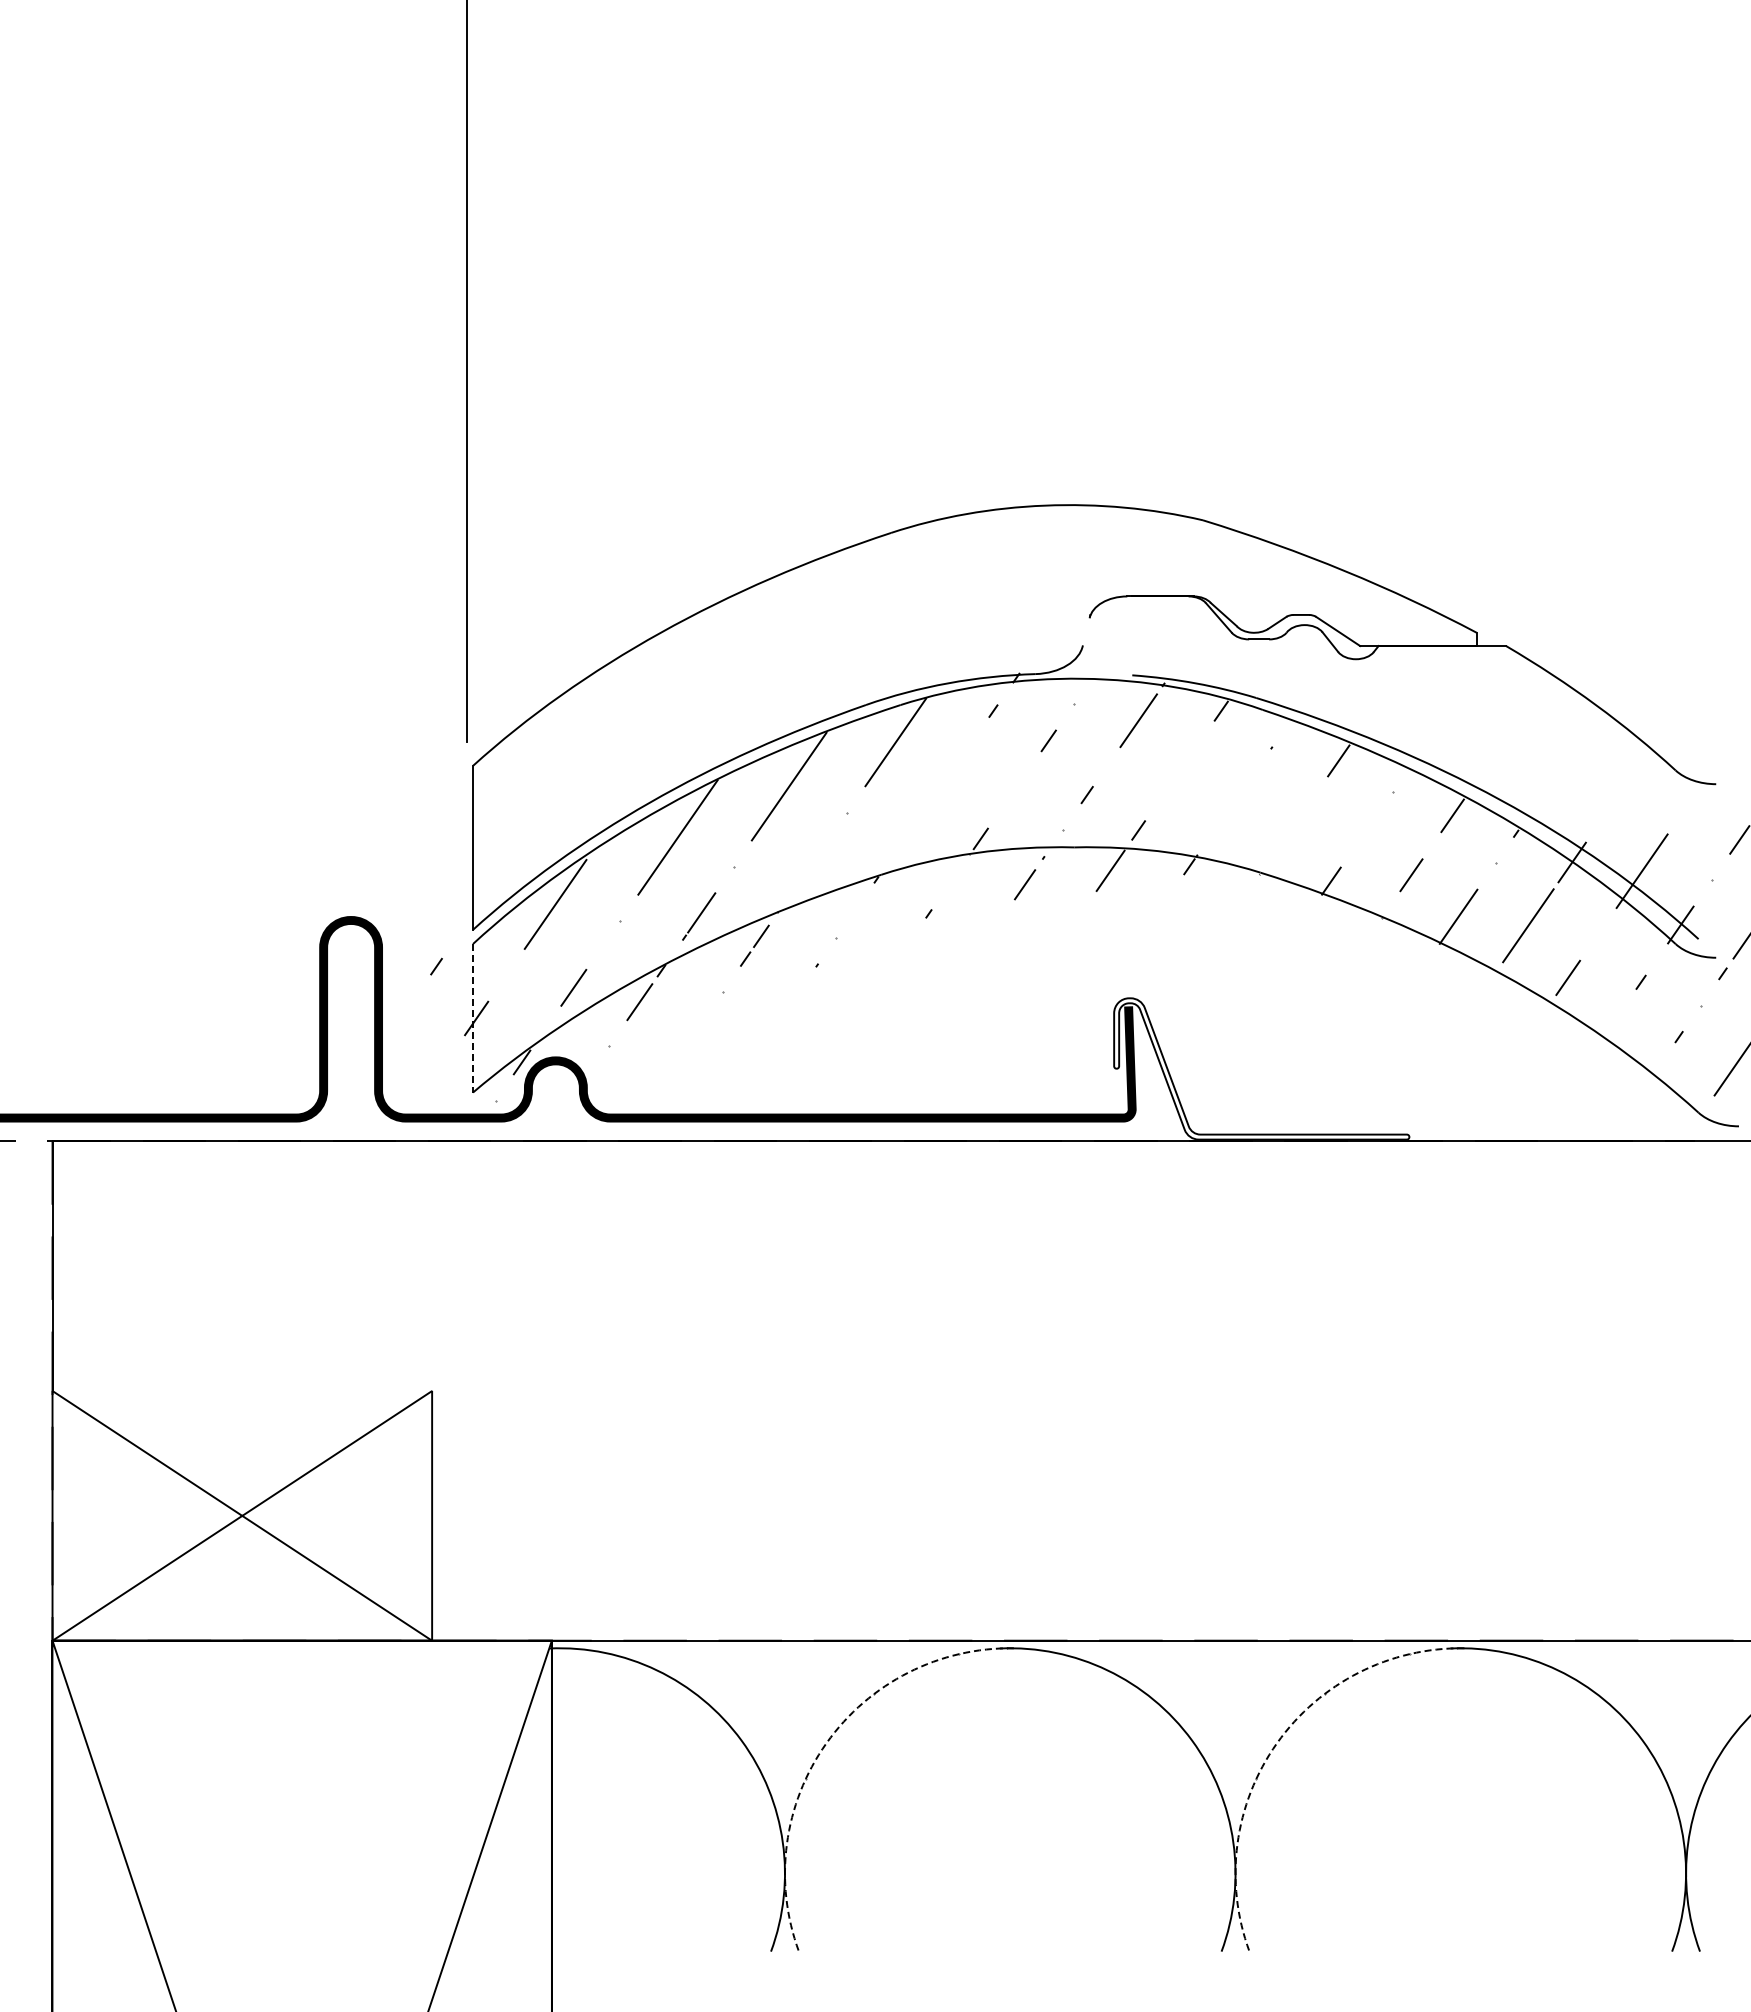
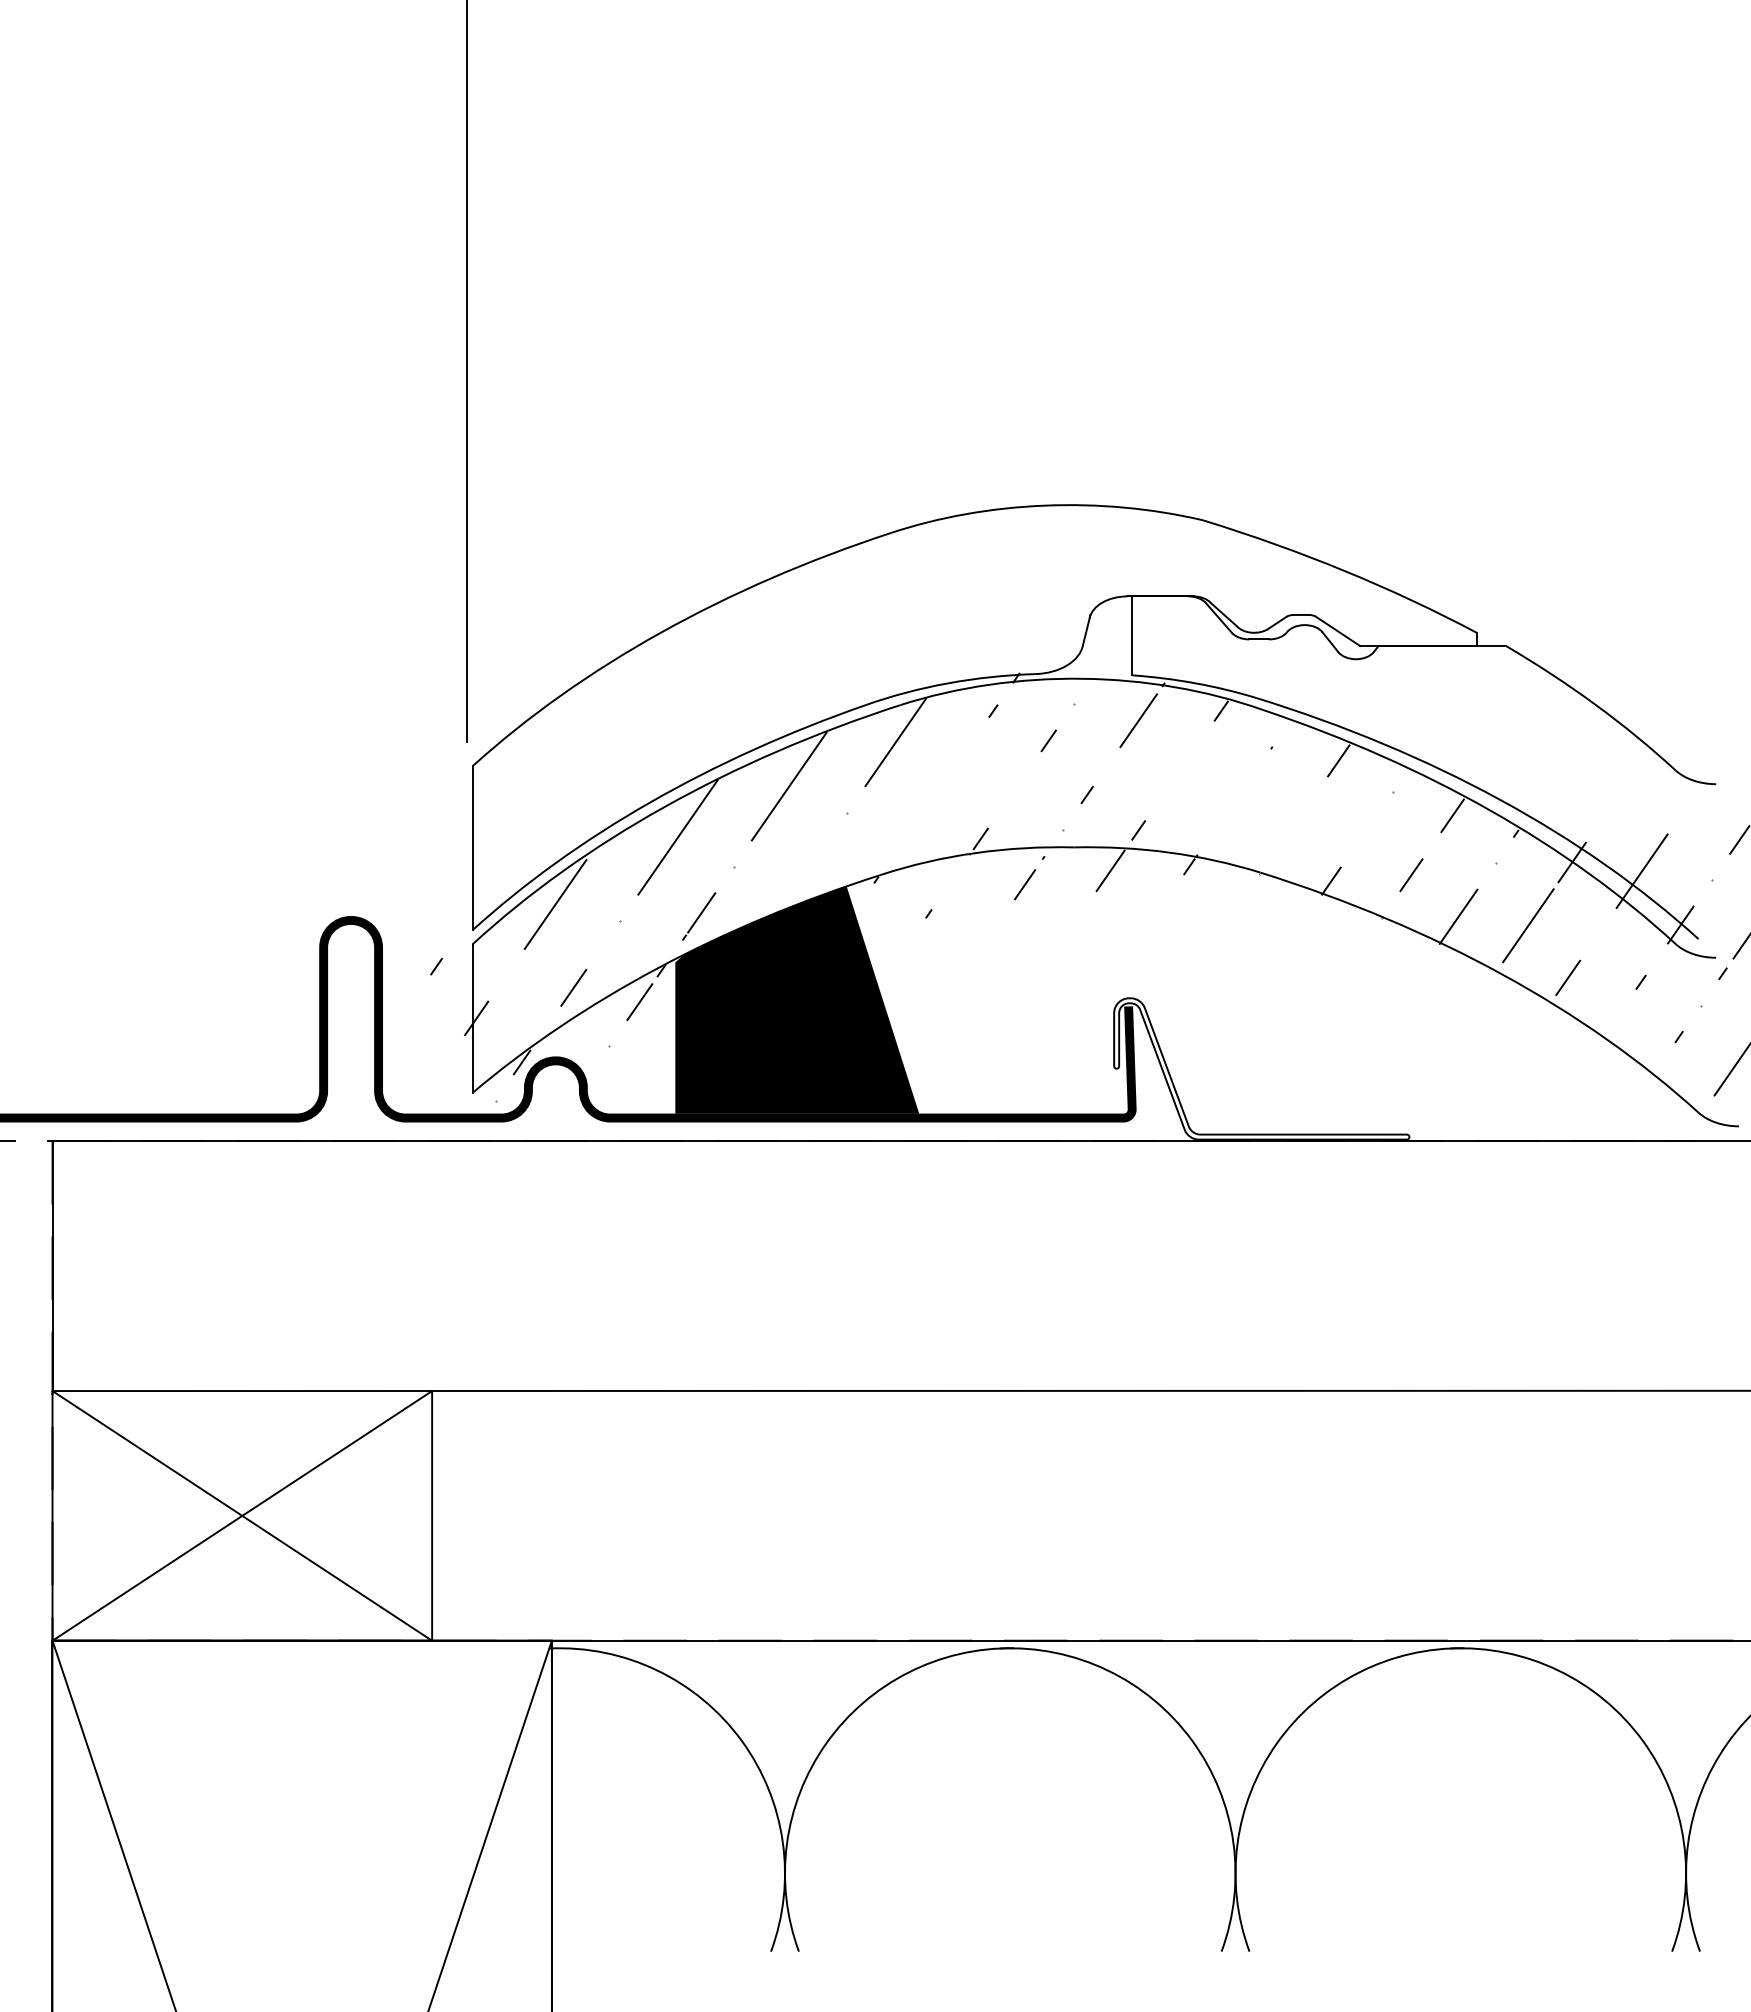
line at (1085, 631): none -> present
line at (1132, 635): none -> present
fill at (797, 999): none -> present
line at (473, 1018): dashed -> solid
line at (899, 1390): none -> present
arc at (826, 1743): dashed -> solid
arc at (1277, 1743): dashed -> solid
